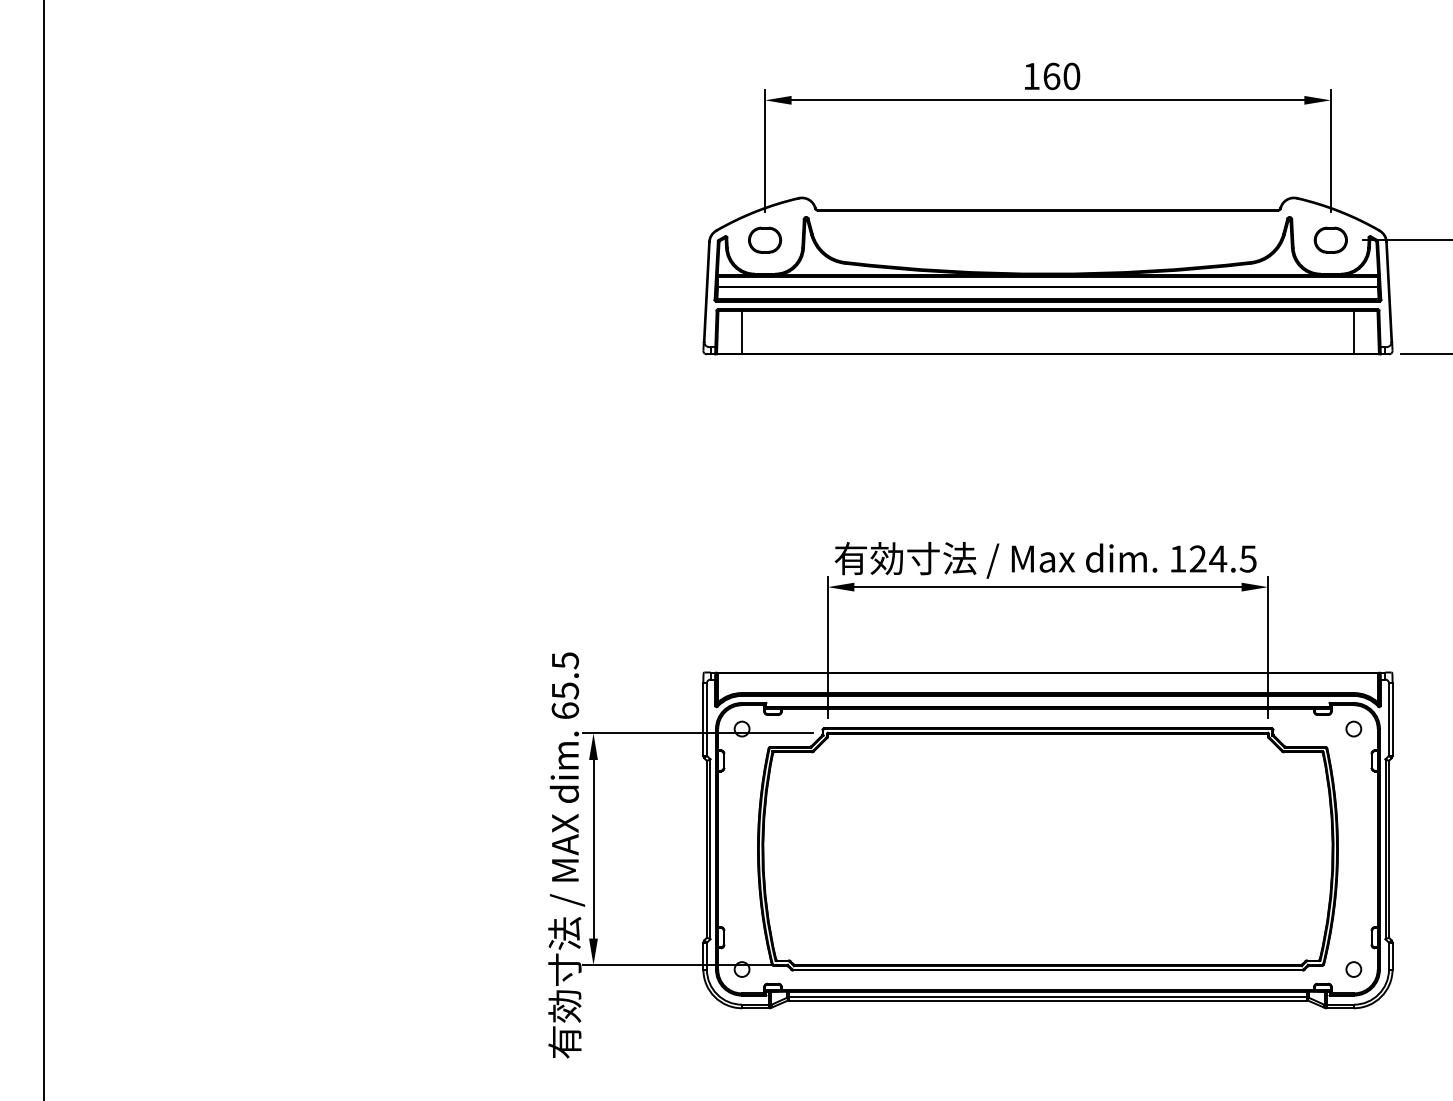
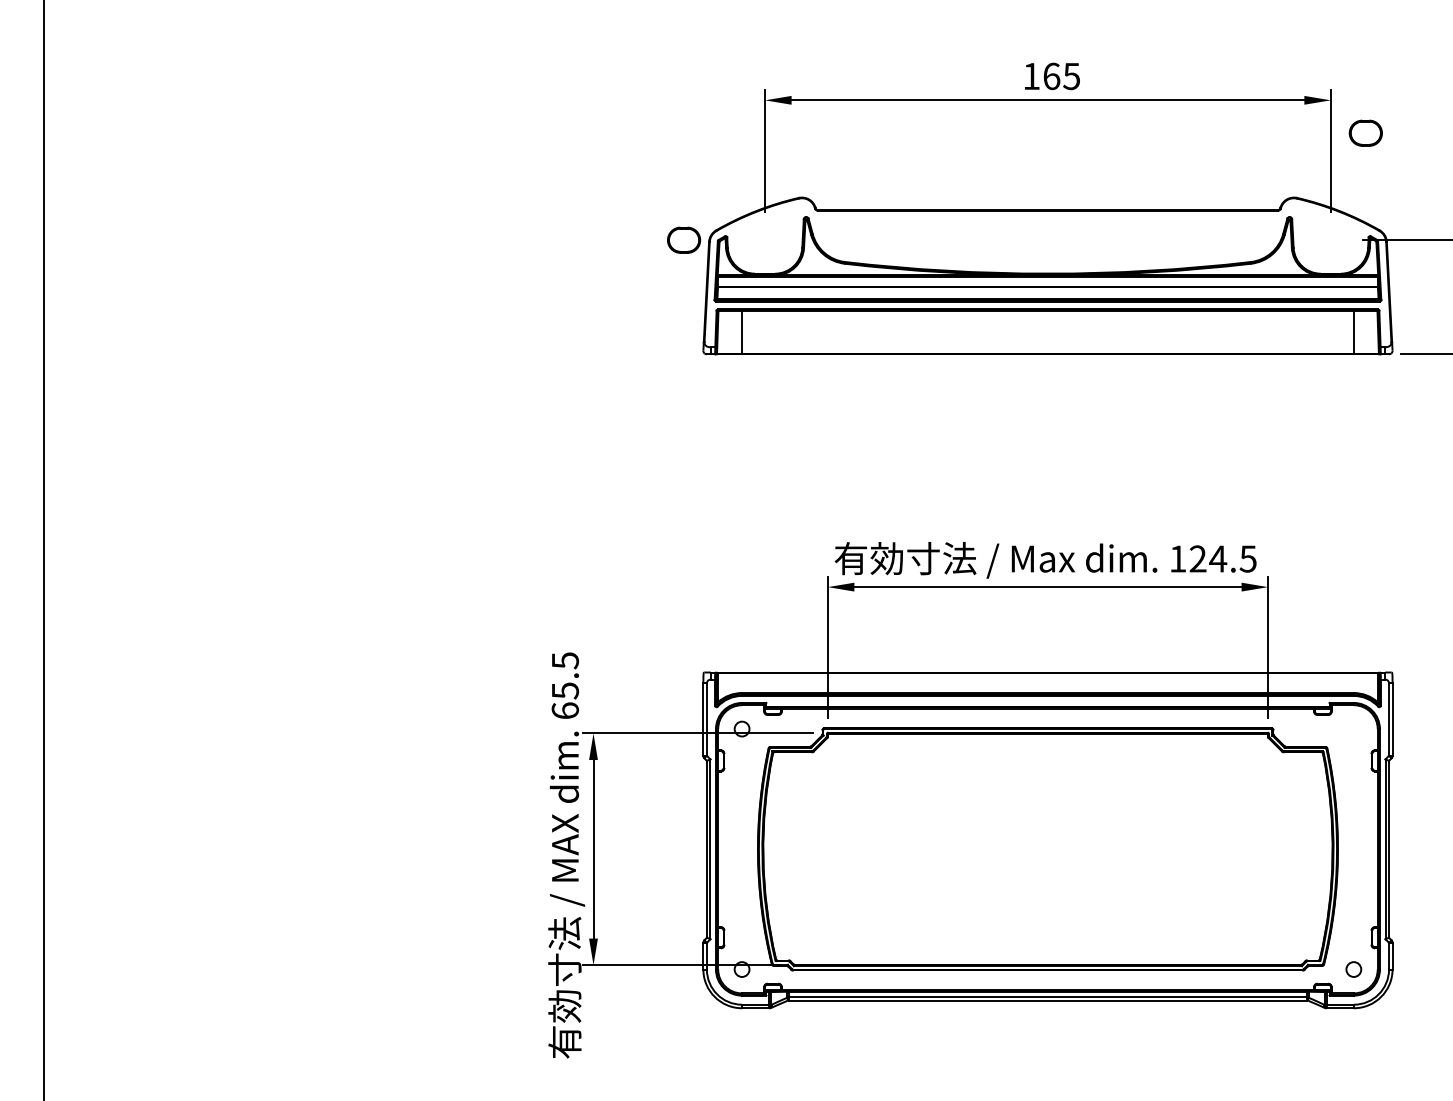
text at (1071, 76): 160 -> 165
part at (765, 239) position: (765, 239) -> (684, 239)
part at (1330, 239) position: (1330, 239) -> (1365, 132)
circle at (1353, 728): present -> none
